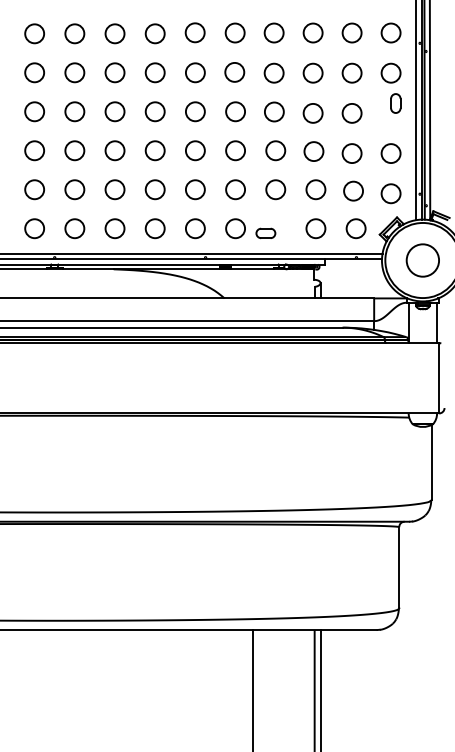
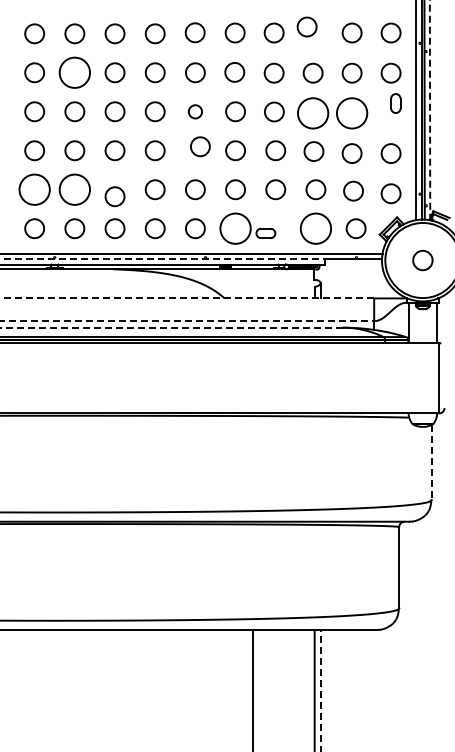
circle at (312, 32) position: (312, 32) -> (306, 26)
circle at (74, 72) diameter: 19 px -> 30 px
line at (430, 110): solid -> dashed
circle at (195, 111) size: 21x22 px -> 16x16 px
circle at (312, 112) diameter: 19 px -> 30 px
circle at (351, 112) diameter: 19 px -> 30 px
circle at (195, 150) position: (195, 150) -> (200, 146)
circle at (34, 189) diameter: 19 px -> 30 px
circle at (74, 189) diameter: 19 px -> 30 px
circle at (114, 189) position: (114, 189) -> (114, 196)
circle at (235, 228) diameter: 19 px -> 30 px
circle at (315, 228) diameter: 19 px -> 30 px
line at (163, 259): solid -> dashed
circle at (422, 260) diameter: 32 px -> 19 px
line at (187, 298): solid -> dashed
line at (187, 321): solid -> dashed
line at (171, 327): solid -> dashed
line at (431, 462): solid -> dashed
line at (320, 690): solid -> dashed
